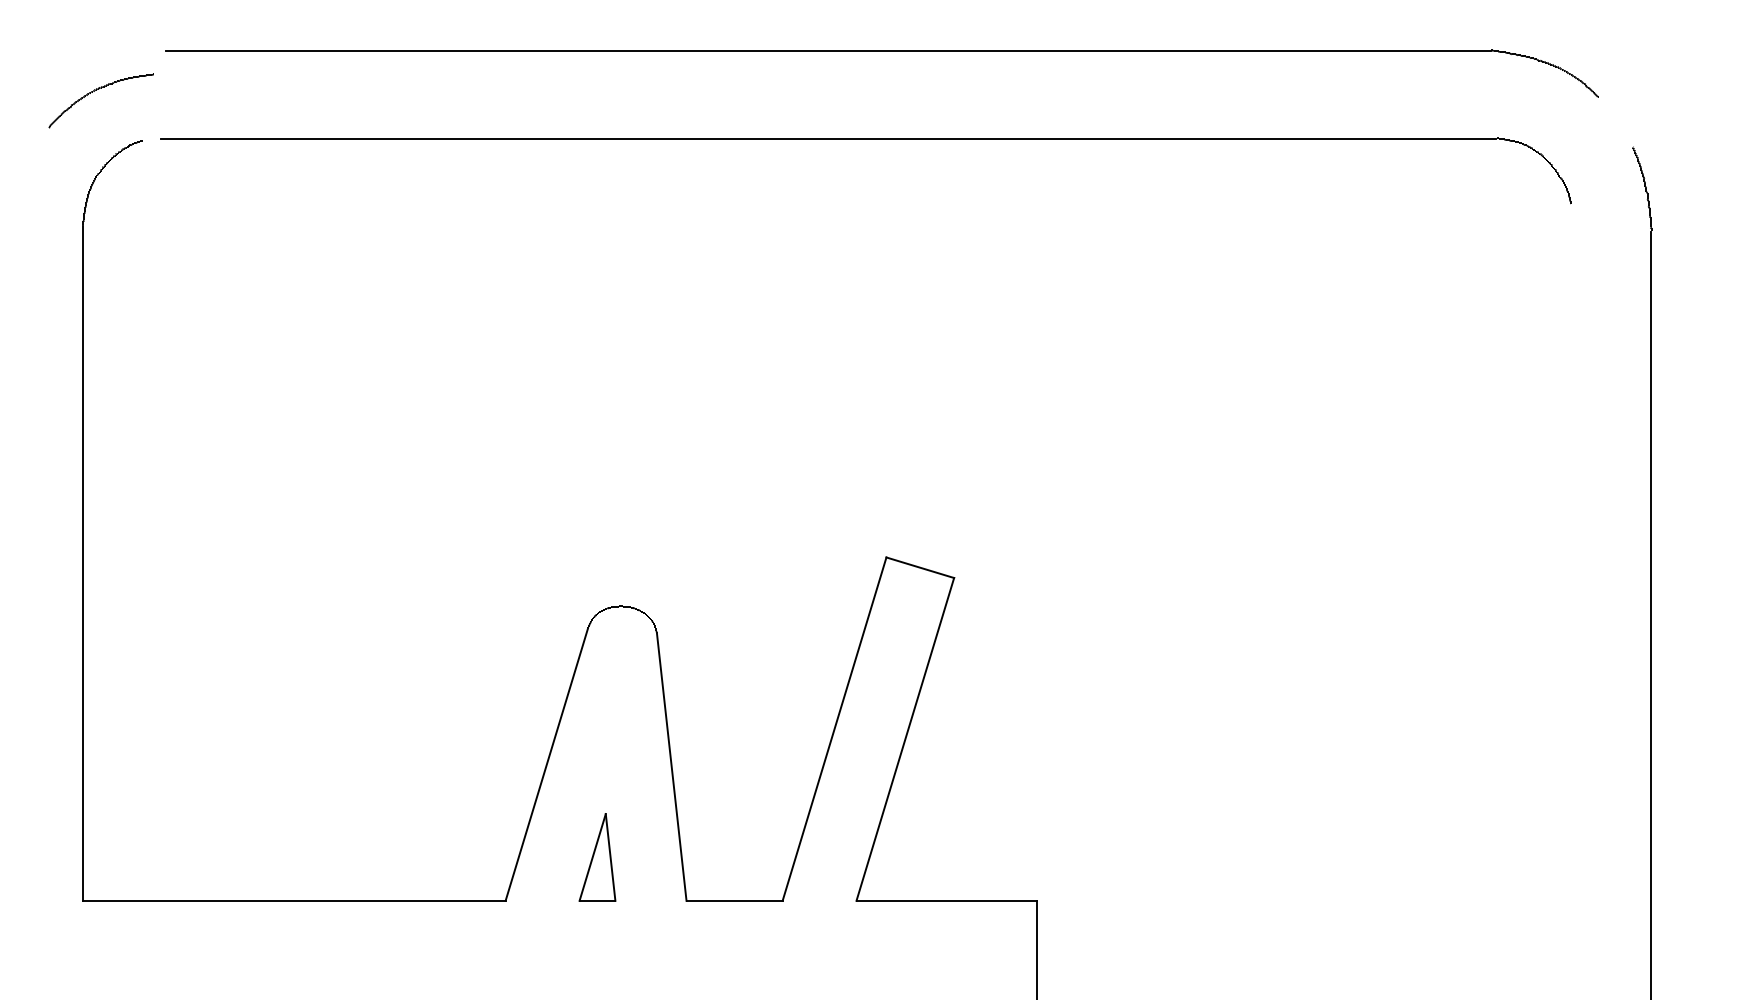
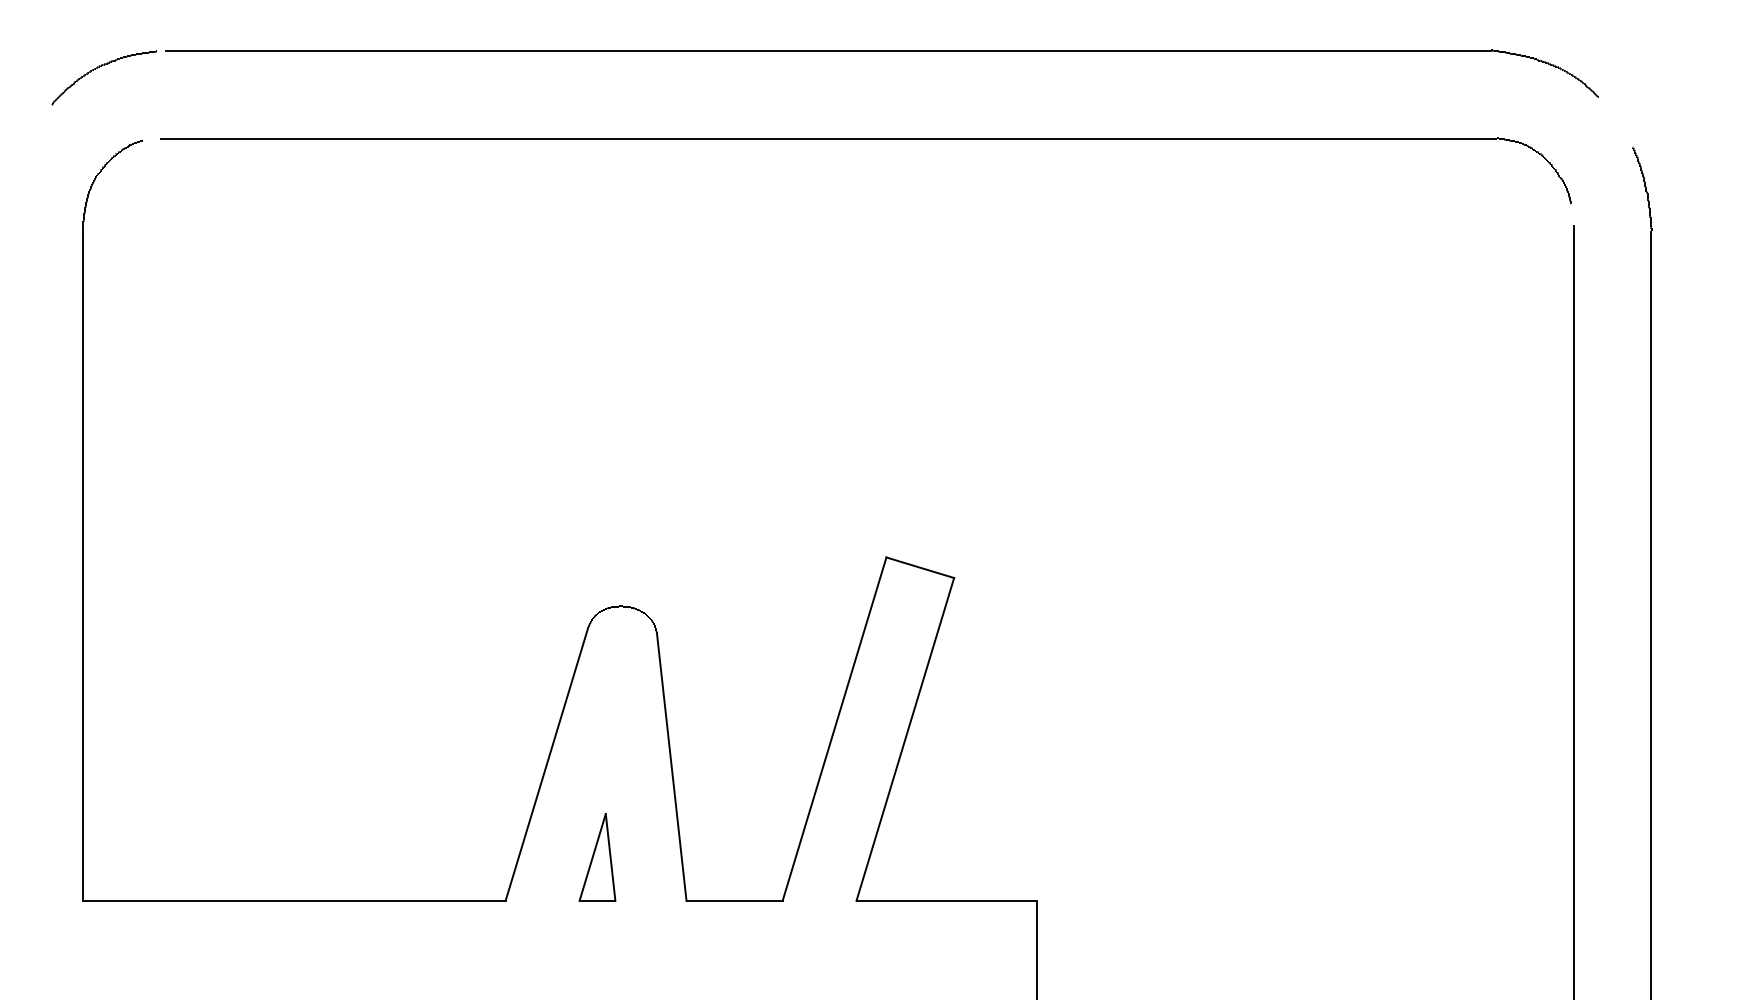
curve at (96, 90) position: (96, 90) -> (99, 67)
line at (1573, 610): none -> present
